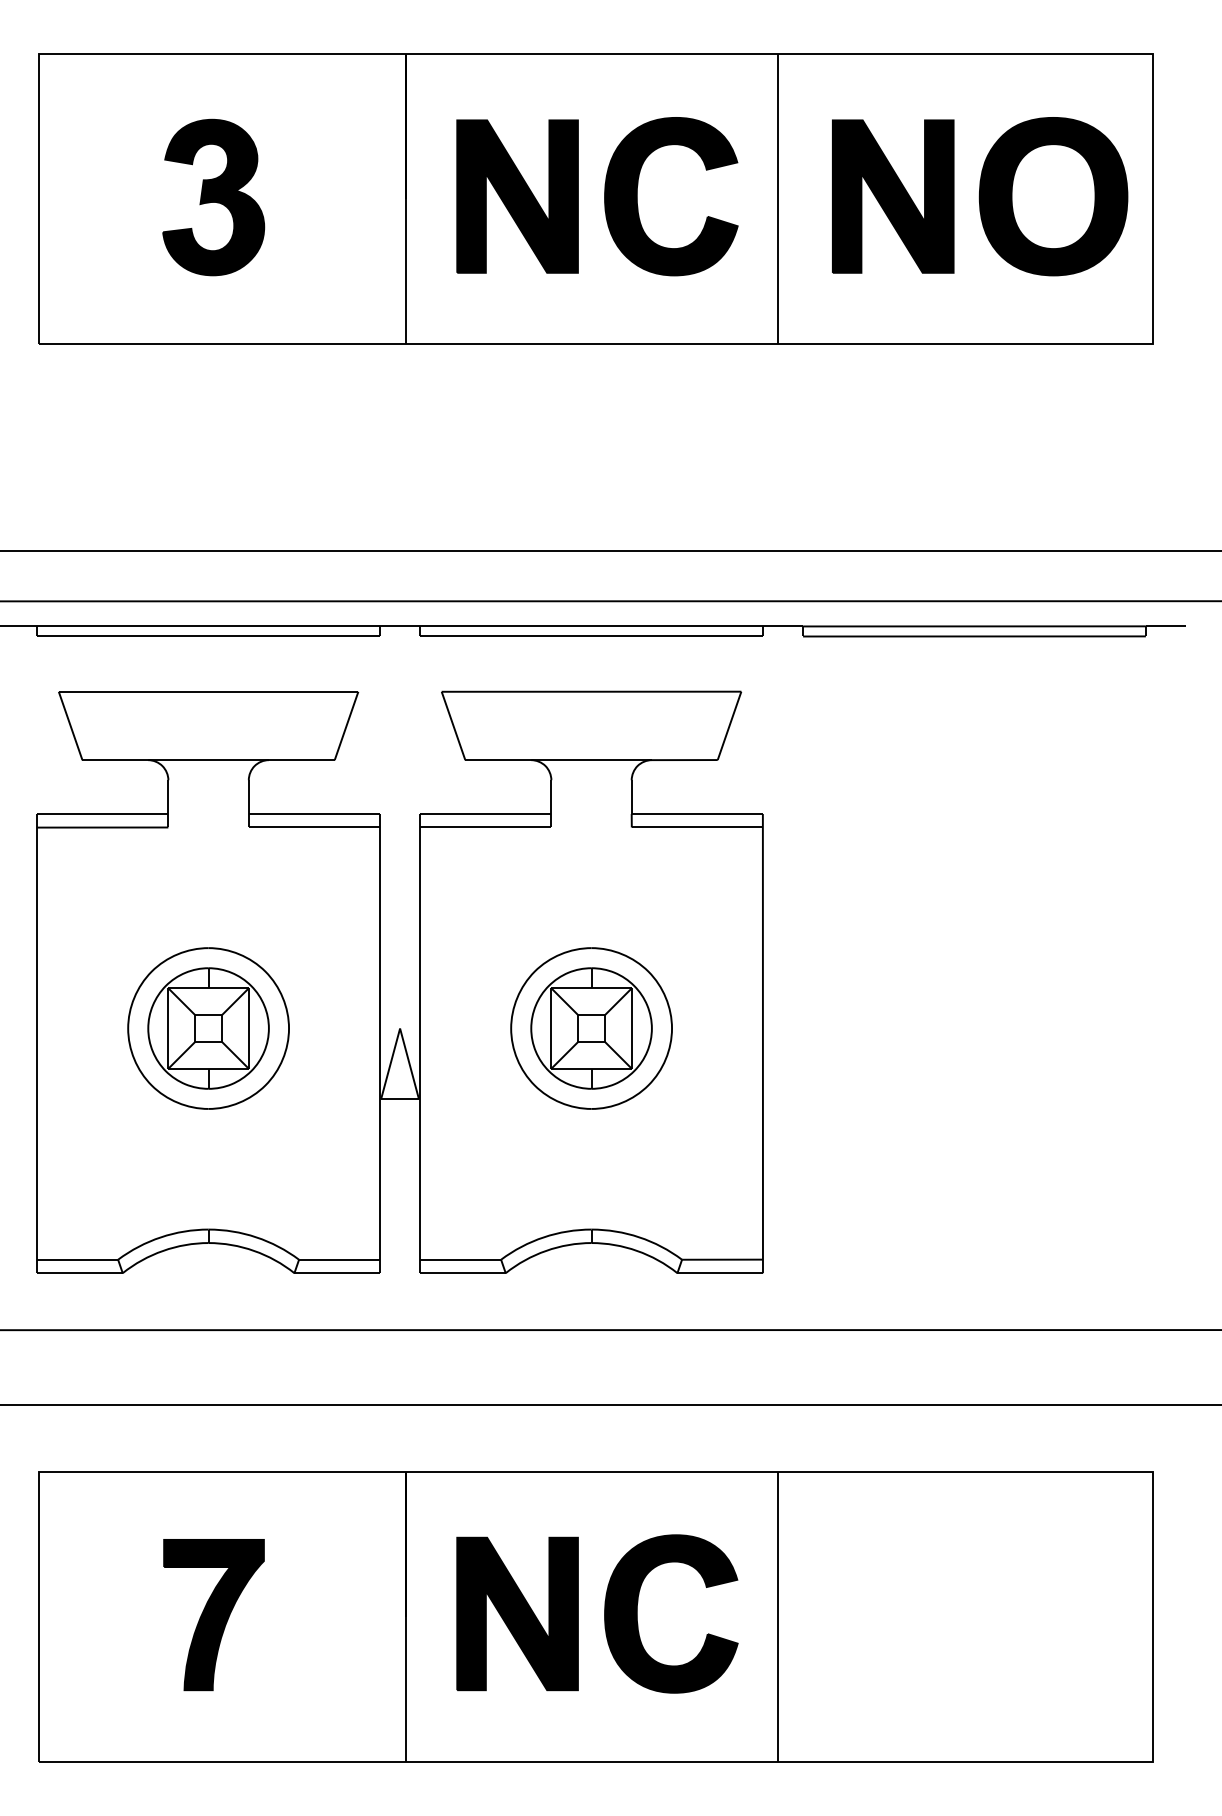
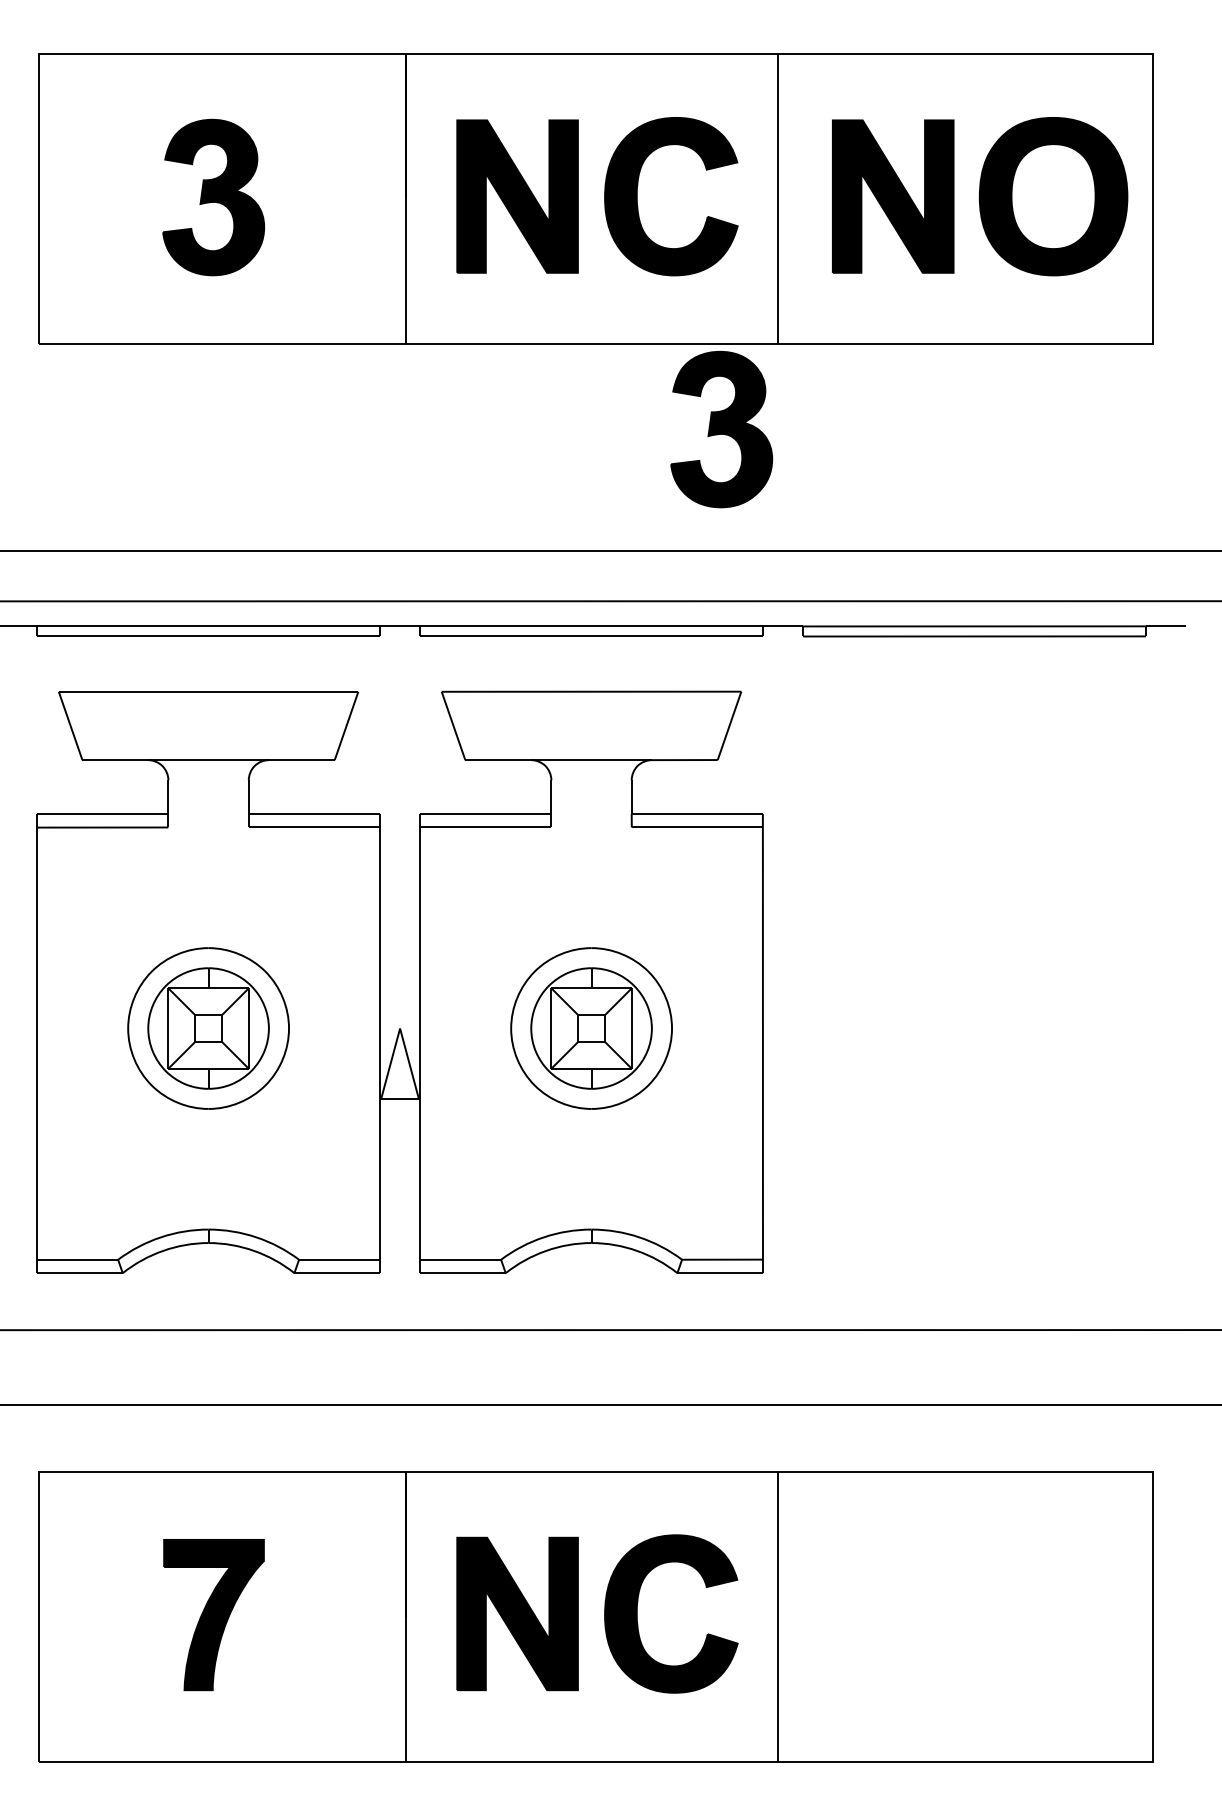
part at (721, 429): none -> present
